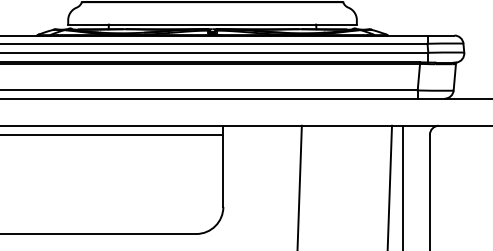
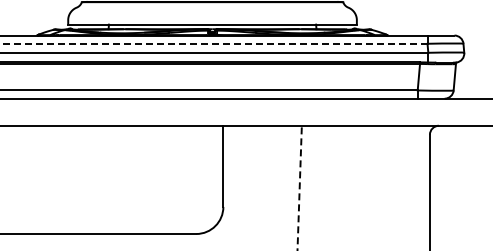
line at (213, 43): solid -> dashed
line at (112, 134): present -> none
line at (389, 186): present -> none
line at (402, 186): present -> none
line at (299, 187): solid -> dashed
